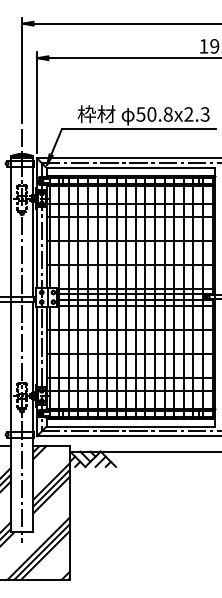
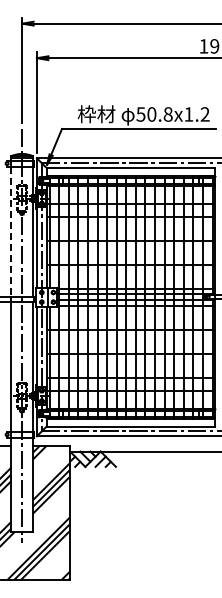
text at (196, 114): 50.8x2.3 -> 50.8x1.2
line at (11, 232): solid -> dashed
